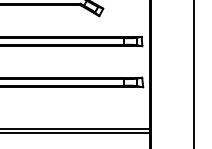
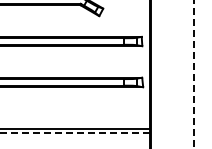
line at (194, 74): solid -> dashed
line at (74, 133): solid -> dashed
